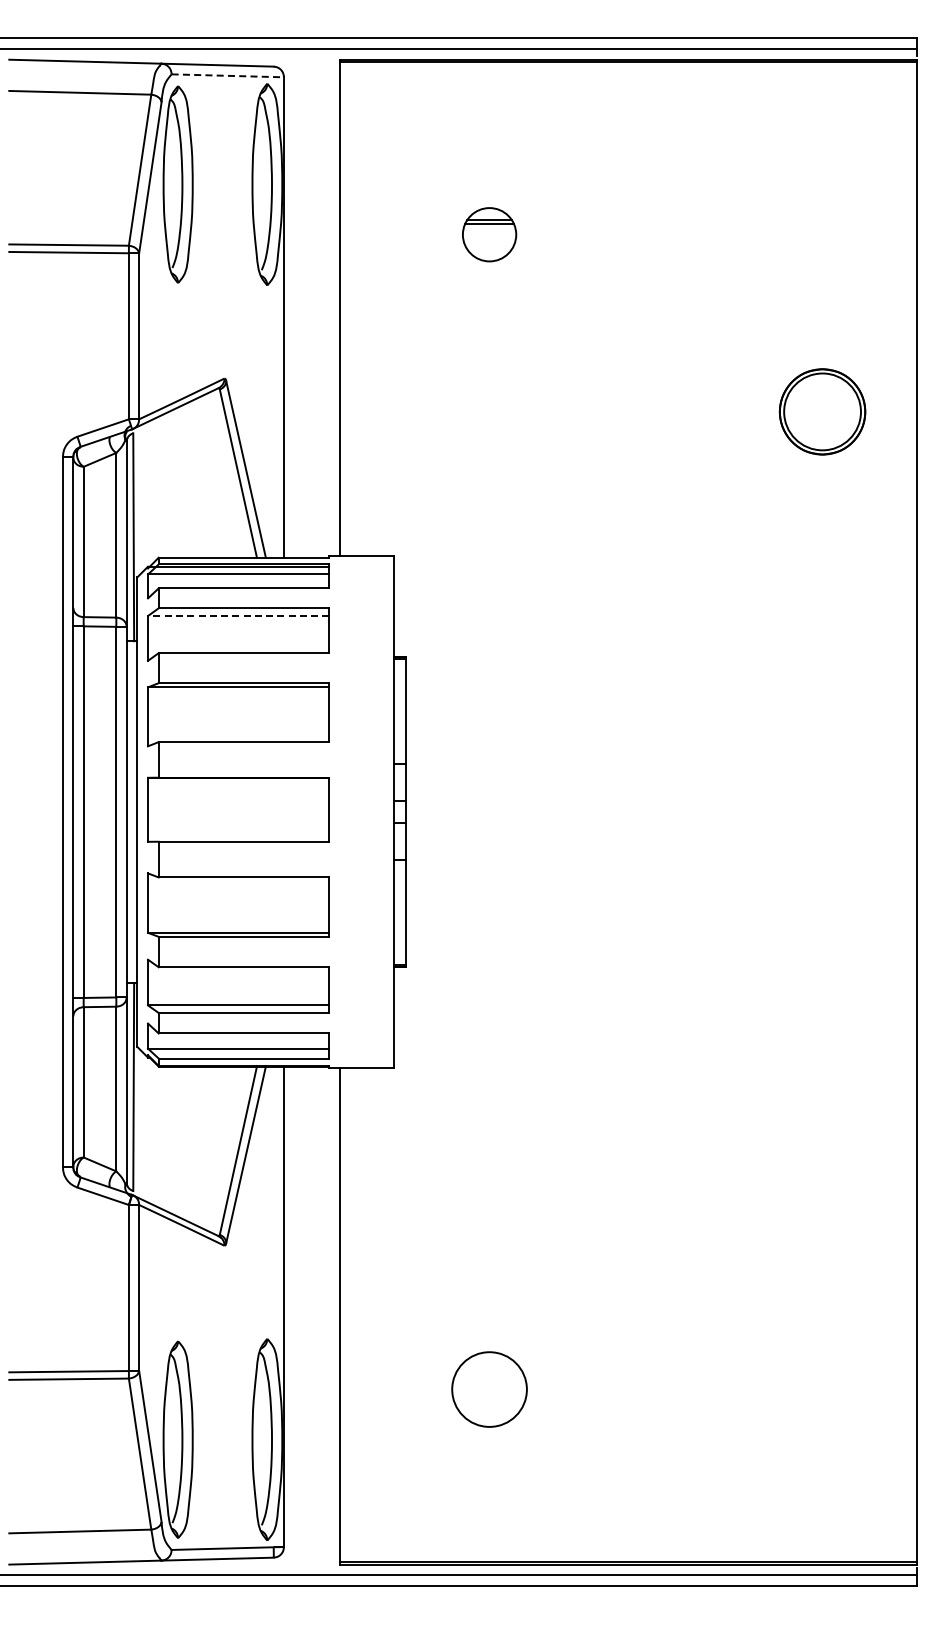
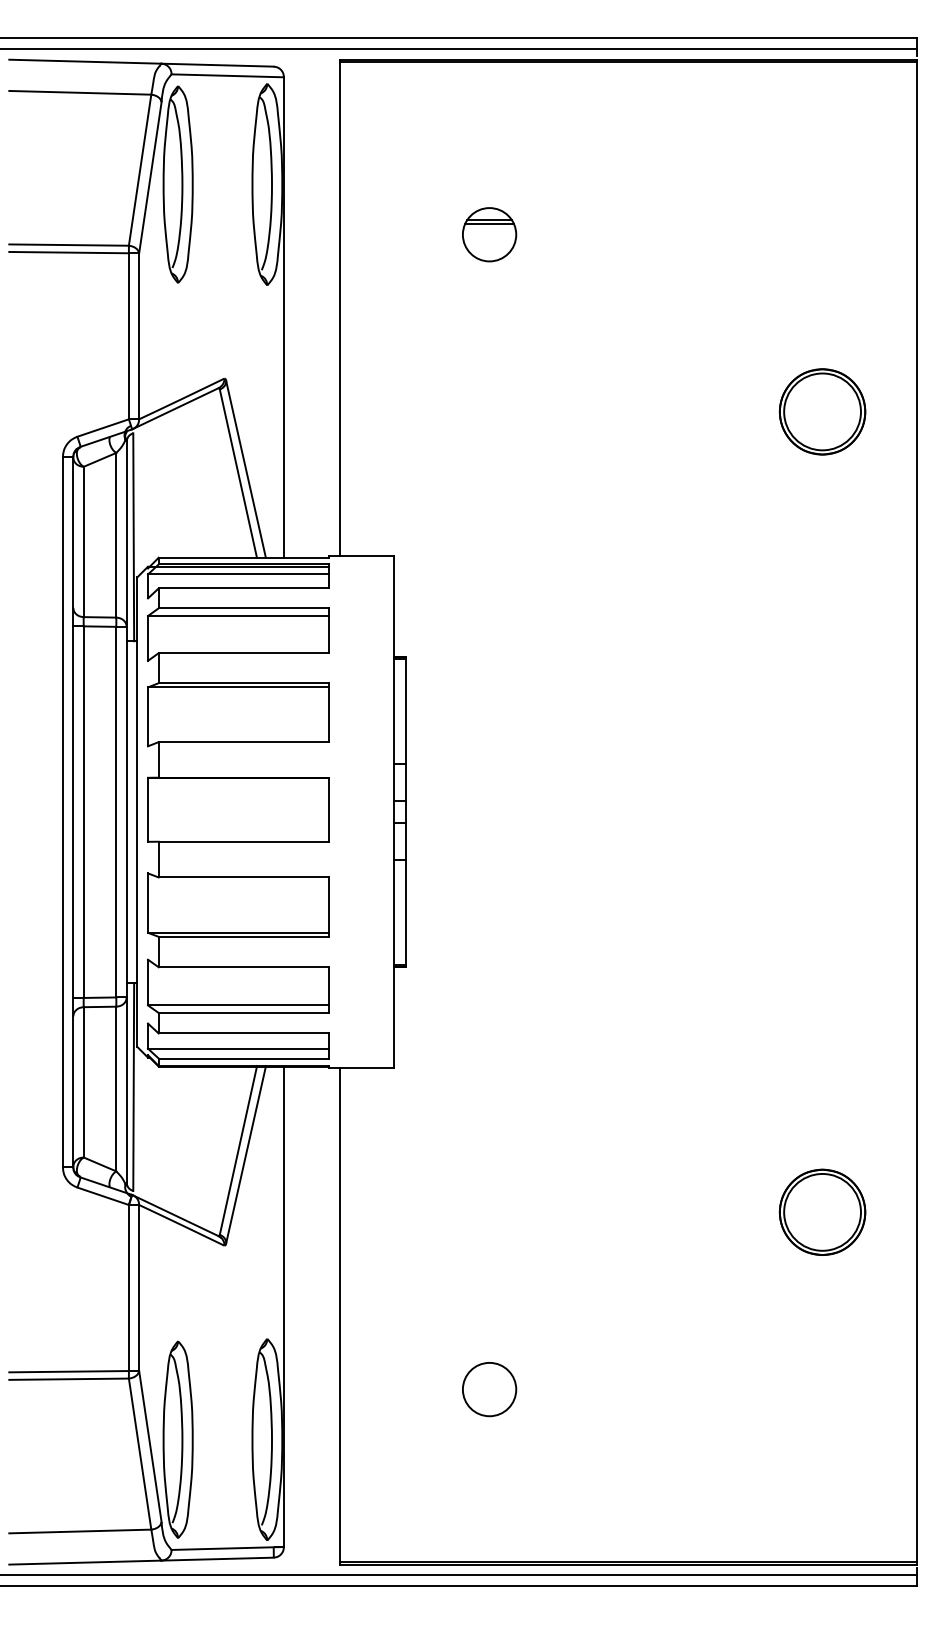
line at (228, 75): dashed -> solid
line at (238, 615): dashed -> solid
part at (822, 1211): none -> present
circle at (489, 1389) diameter: 75 px -> 53 px
